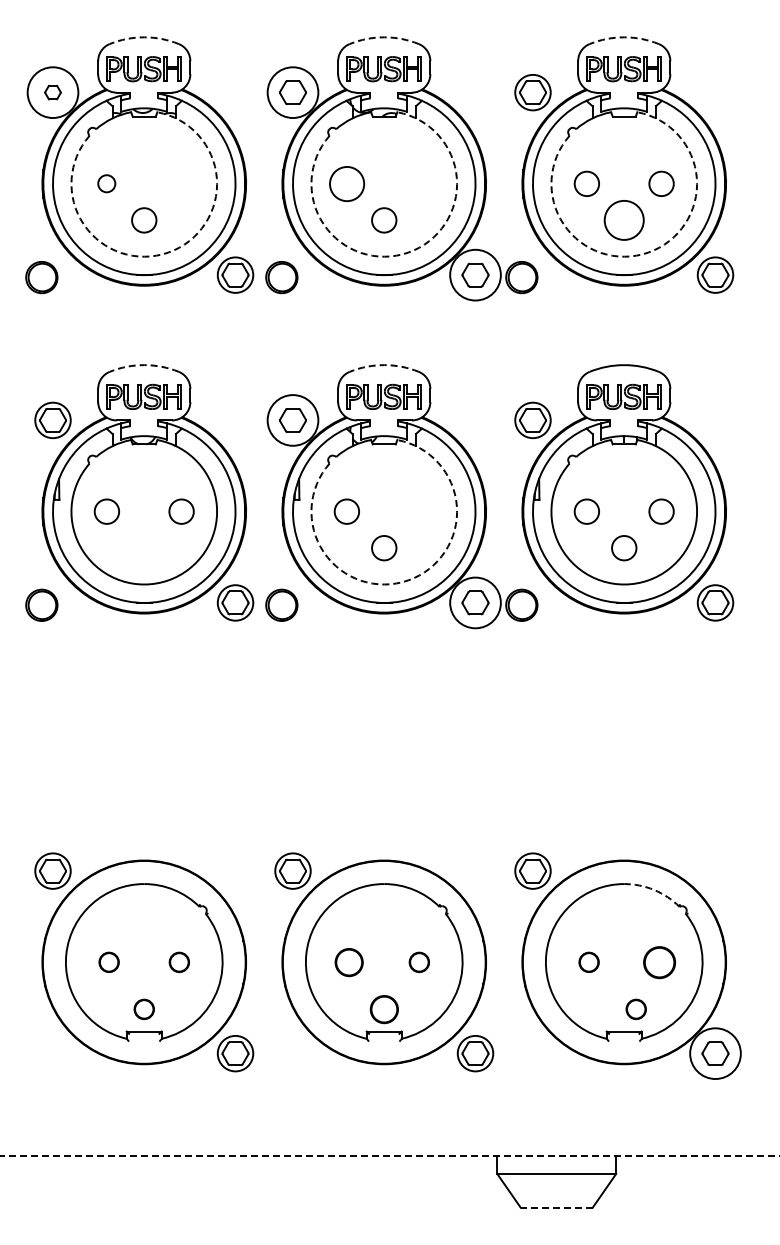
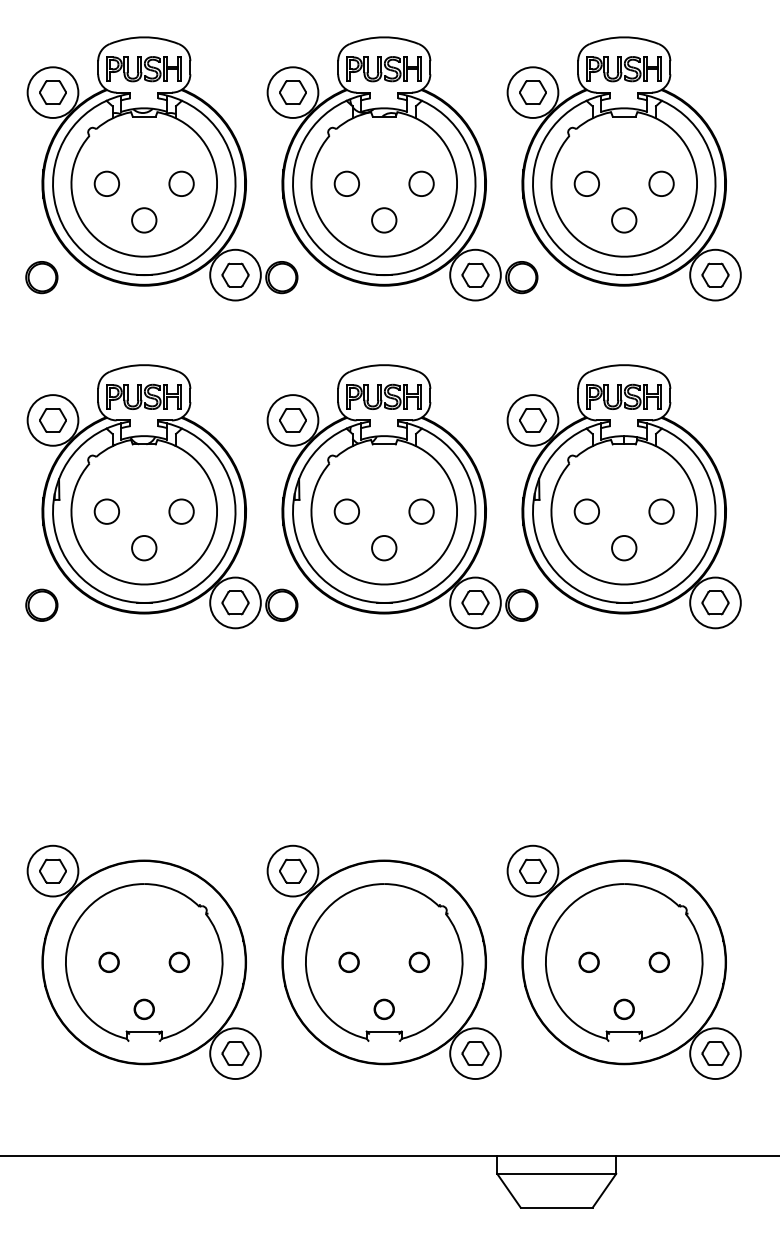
arc at (144, 37): dashed -> solid
arc at (384, 37): dashed -> solid
arc at (624, 37): dashed -> solid
part at (52, 92) size: 18x17 px -> 28x25 px
circle at (532, 92) diameter: 35 px -> 51 px
circle at (106, 183) size: 20x20 px -> 27x27 px
circle at (181, 183): none -> present
circle at (347, 183) size: 37x36 px -> 27x27 px
circle at (421, 183): none -> present
circle at (623, 219) diameter: 39 px -> 24 px
arc at (168, 252): dashed -> solid
arc at (408, 252): dashed -> solid
arc at (648, 252): dashed -> solid
circle at (235, 274) diameter: 35 px -> 51 px
circle at (715, 274) diameter: 35 px -> 51 px
arc at (144, 365): dashed -> solid
arc at (384, 365): dashed -> solid
circle at (52, 420) diameter: 35 px -> 51 px
circle at (532, 420) diameter: 35 px -> 51 px
circle at (421, 511): none -> present
circle at (144, 548): none -> present
arc at (408, 580): dashed -> solid
circle at (235, 602) diameter: 35 px -> 51 px
circle at (715, 602) diameter: 35 px -> 51 px
circle at (52, 870) diameter: 35 px -> 51 px
circle at (292, 870) diameter: 35 px -> 51 px
circle at (532, 870) diameter: 35 px -> 51 px
arc at (654, 890): dashed -> solid
circle at (348, 962) size: 30x30 px -> 22x22 px
circle at (659, 962) size: 34x34 px -> 22x22 px
circle at (635, 1008) position: (635, 1008) -> (623, 1008)
circle at (383, 1009) size: 30x30 px -> 22x22 px
circle at (235, 1053) diameter: 35 px -> 51 px
circle at (475, 1053) diameter: 35 px -> 51 px
line at (390, 1155): dashed -> solid
line at (556, 1207): dashed -> solid
